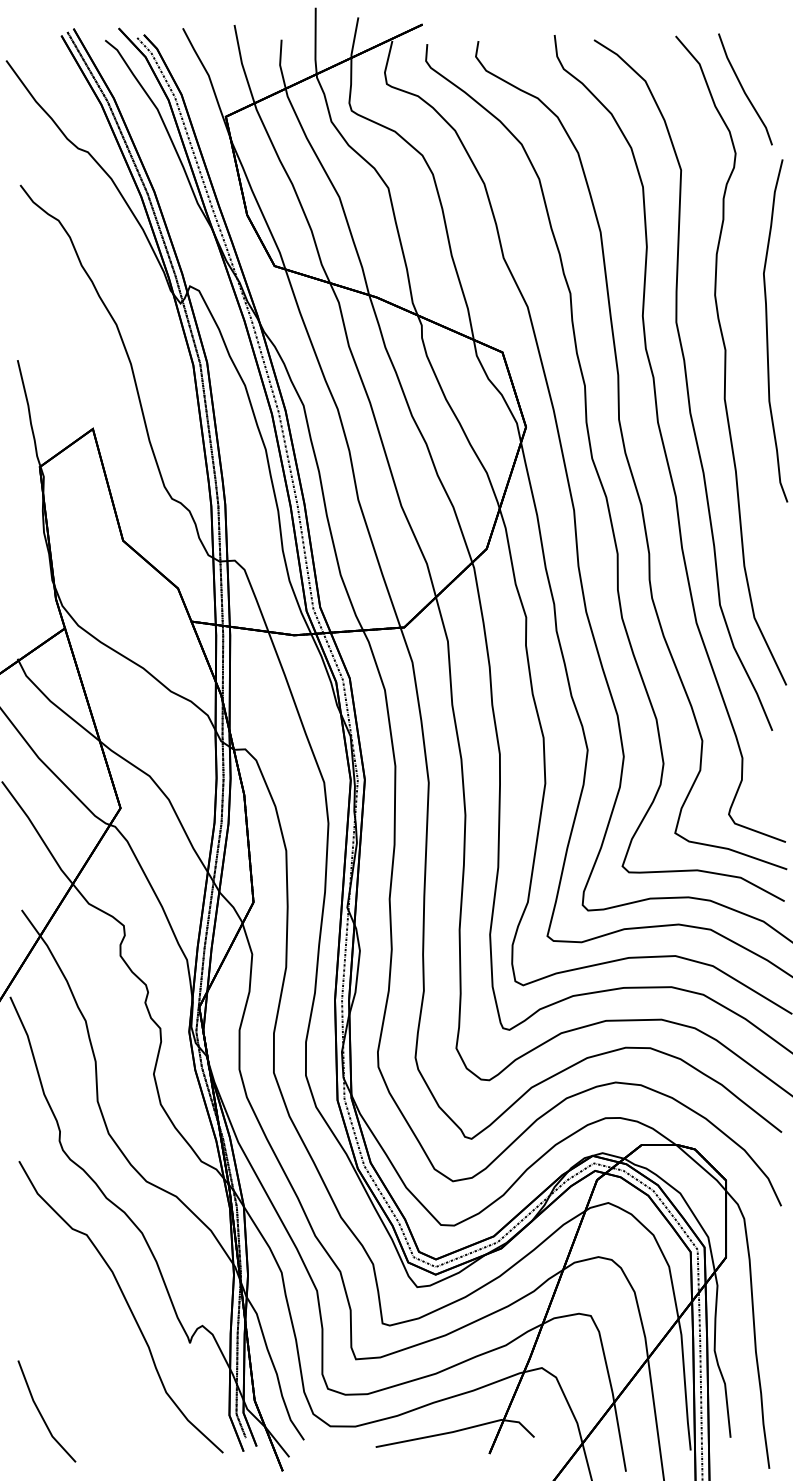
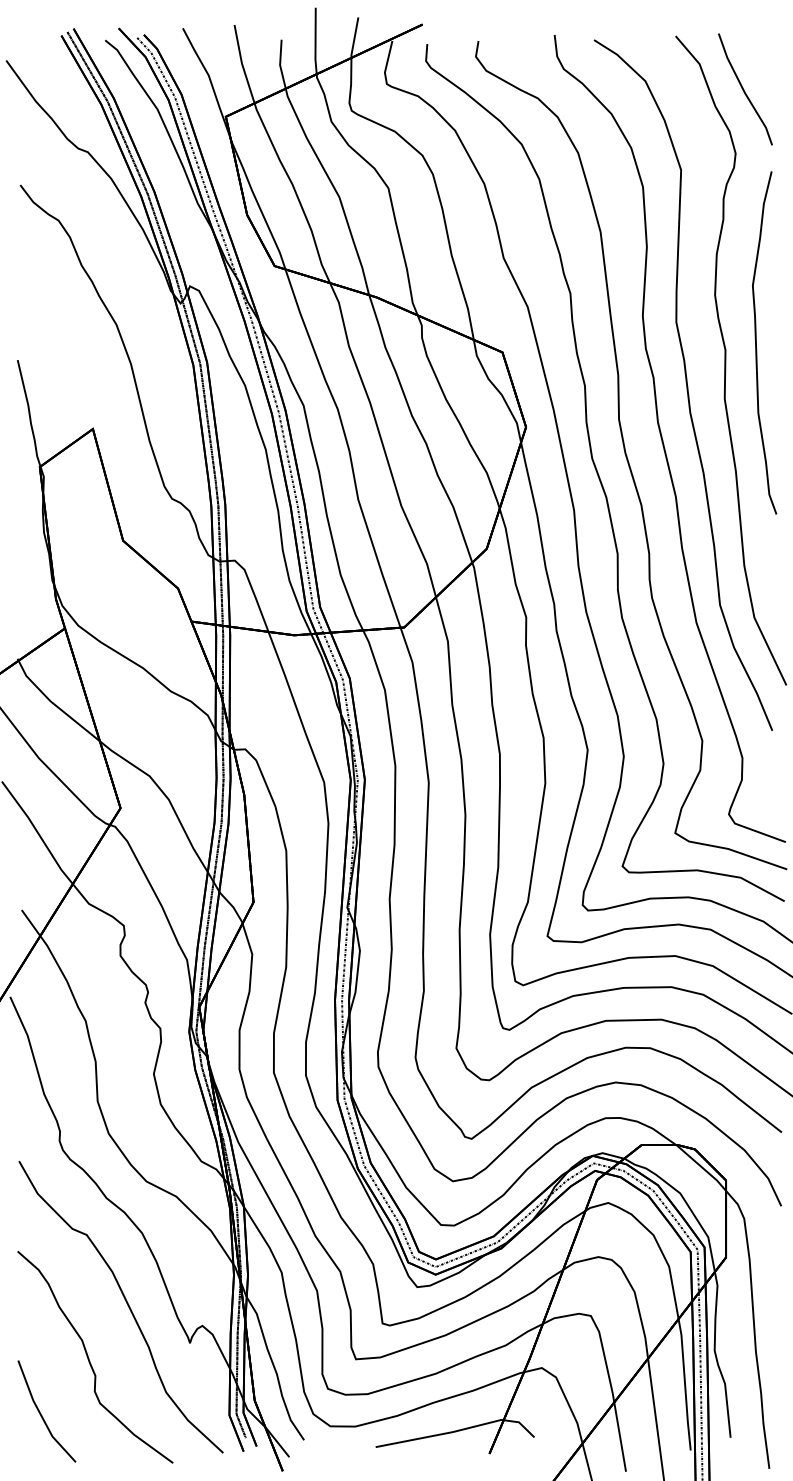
curve at (767, 330) position: (767, 330) -> (756, 342)
part at (89, 1358): none -> present
